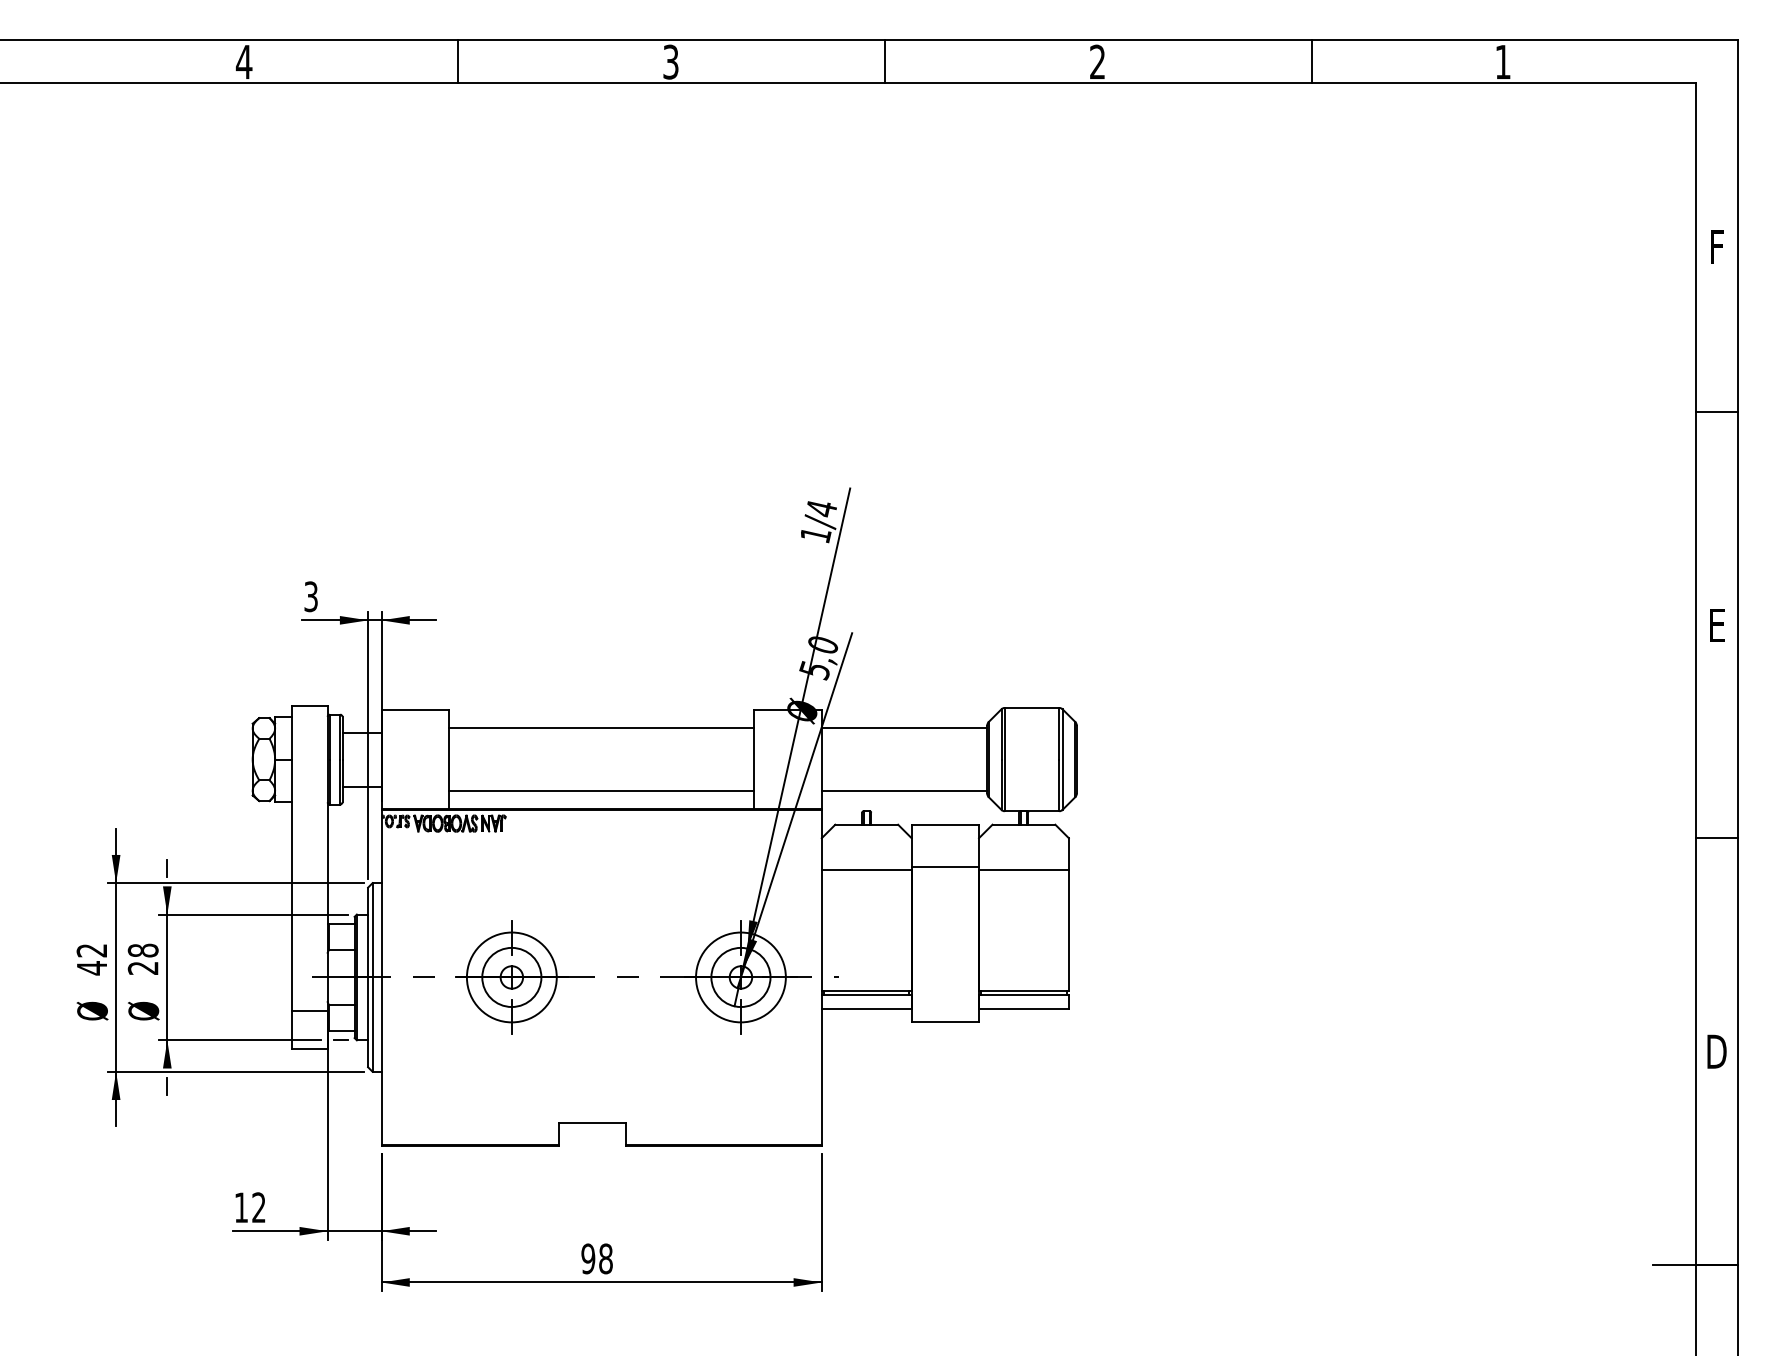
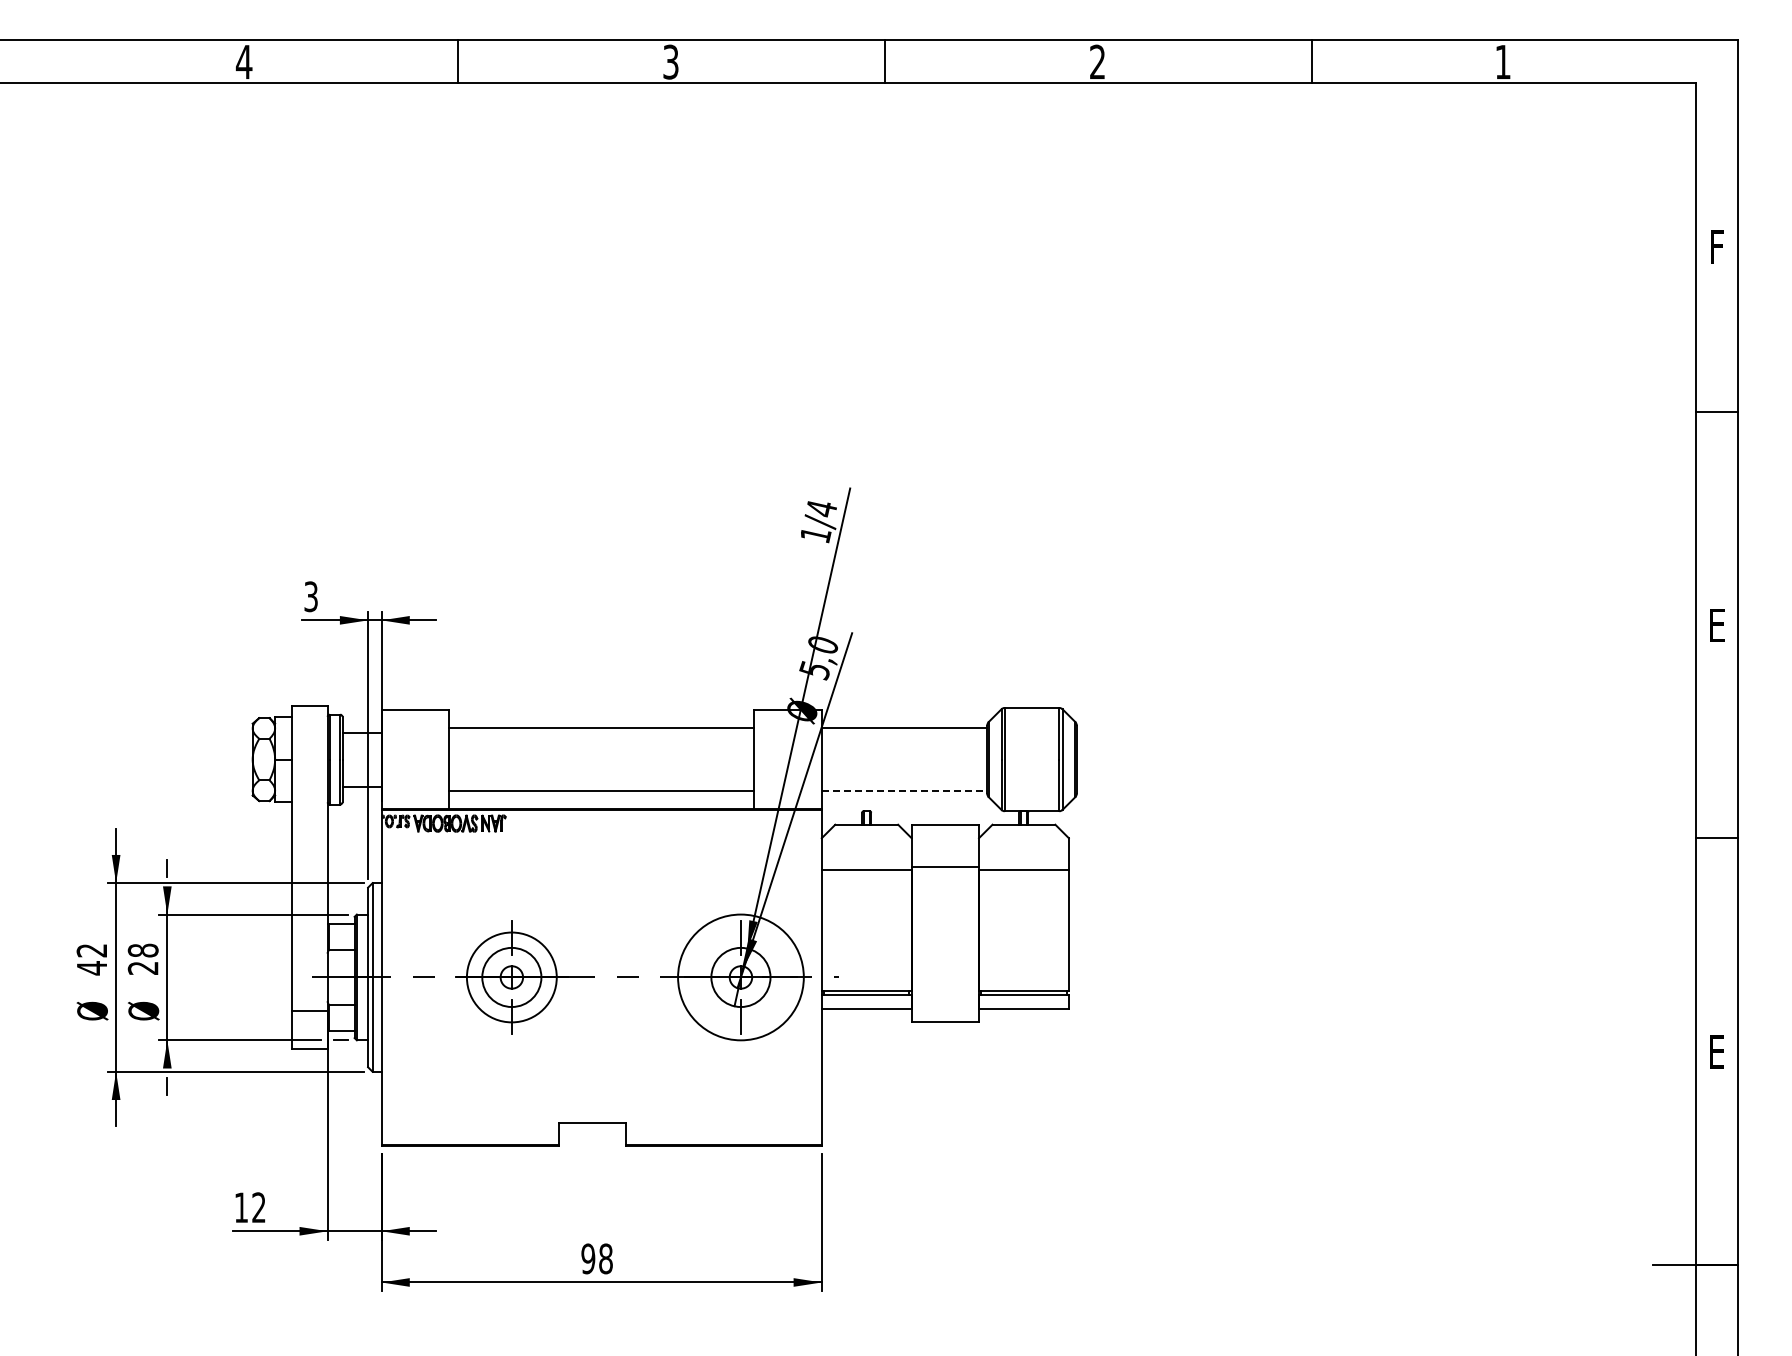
line at (904, 791): solid -> dashed
circle at (740, 977) diameter: 90 px -> 126 px
text at (1716, 1051): D -> E
